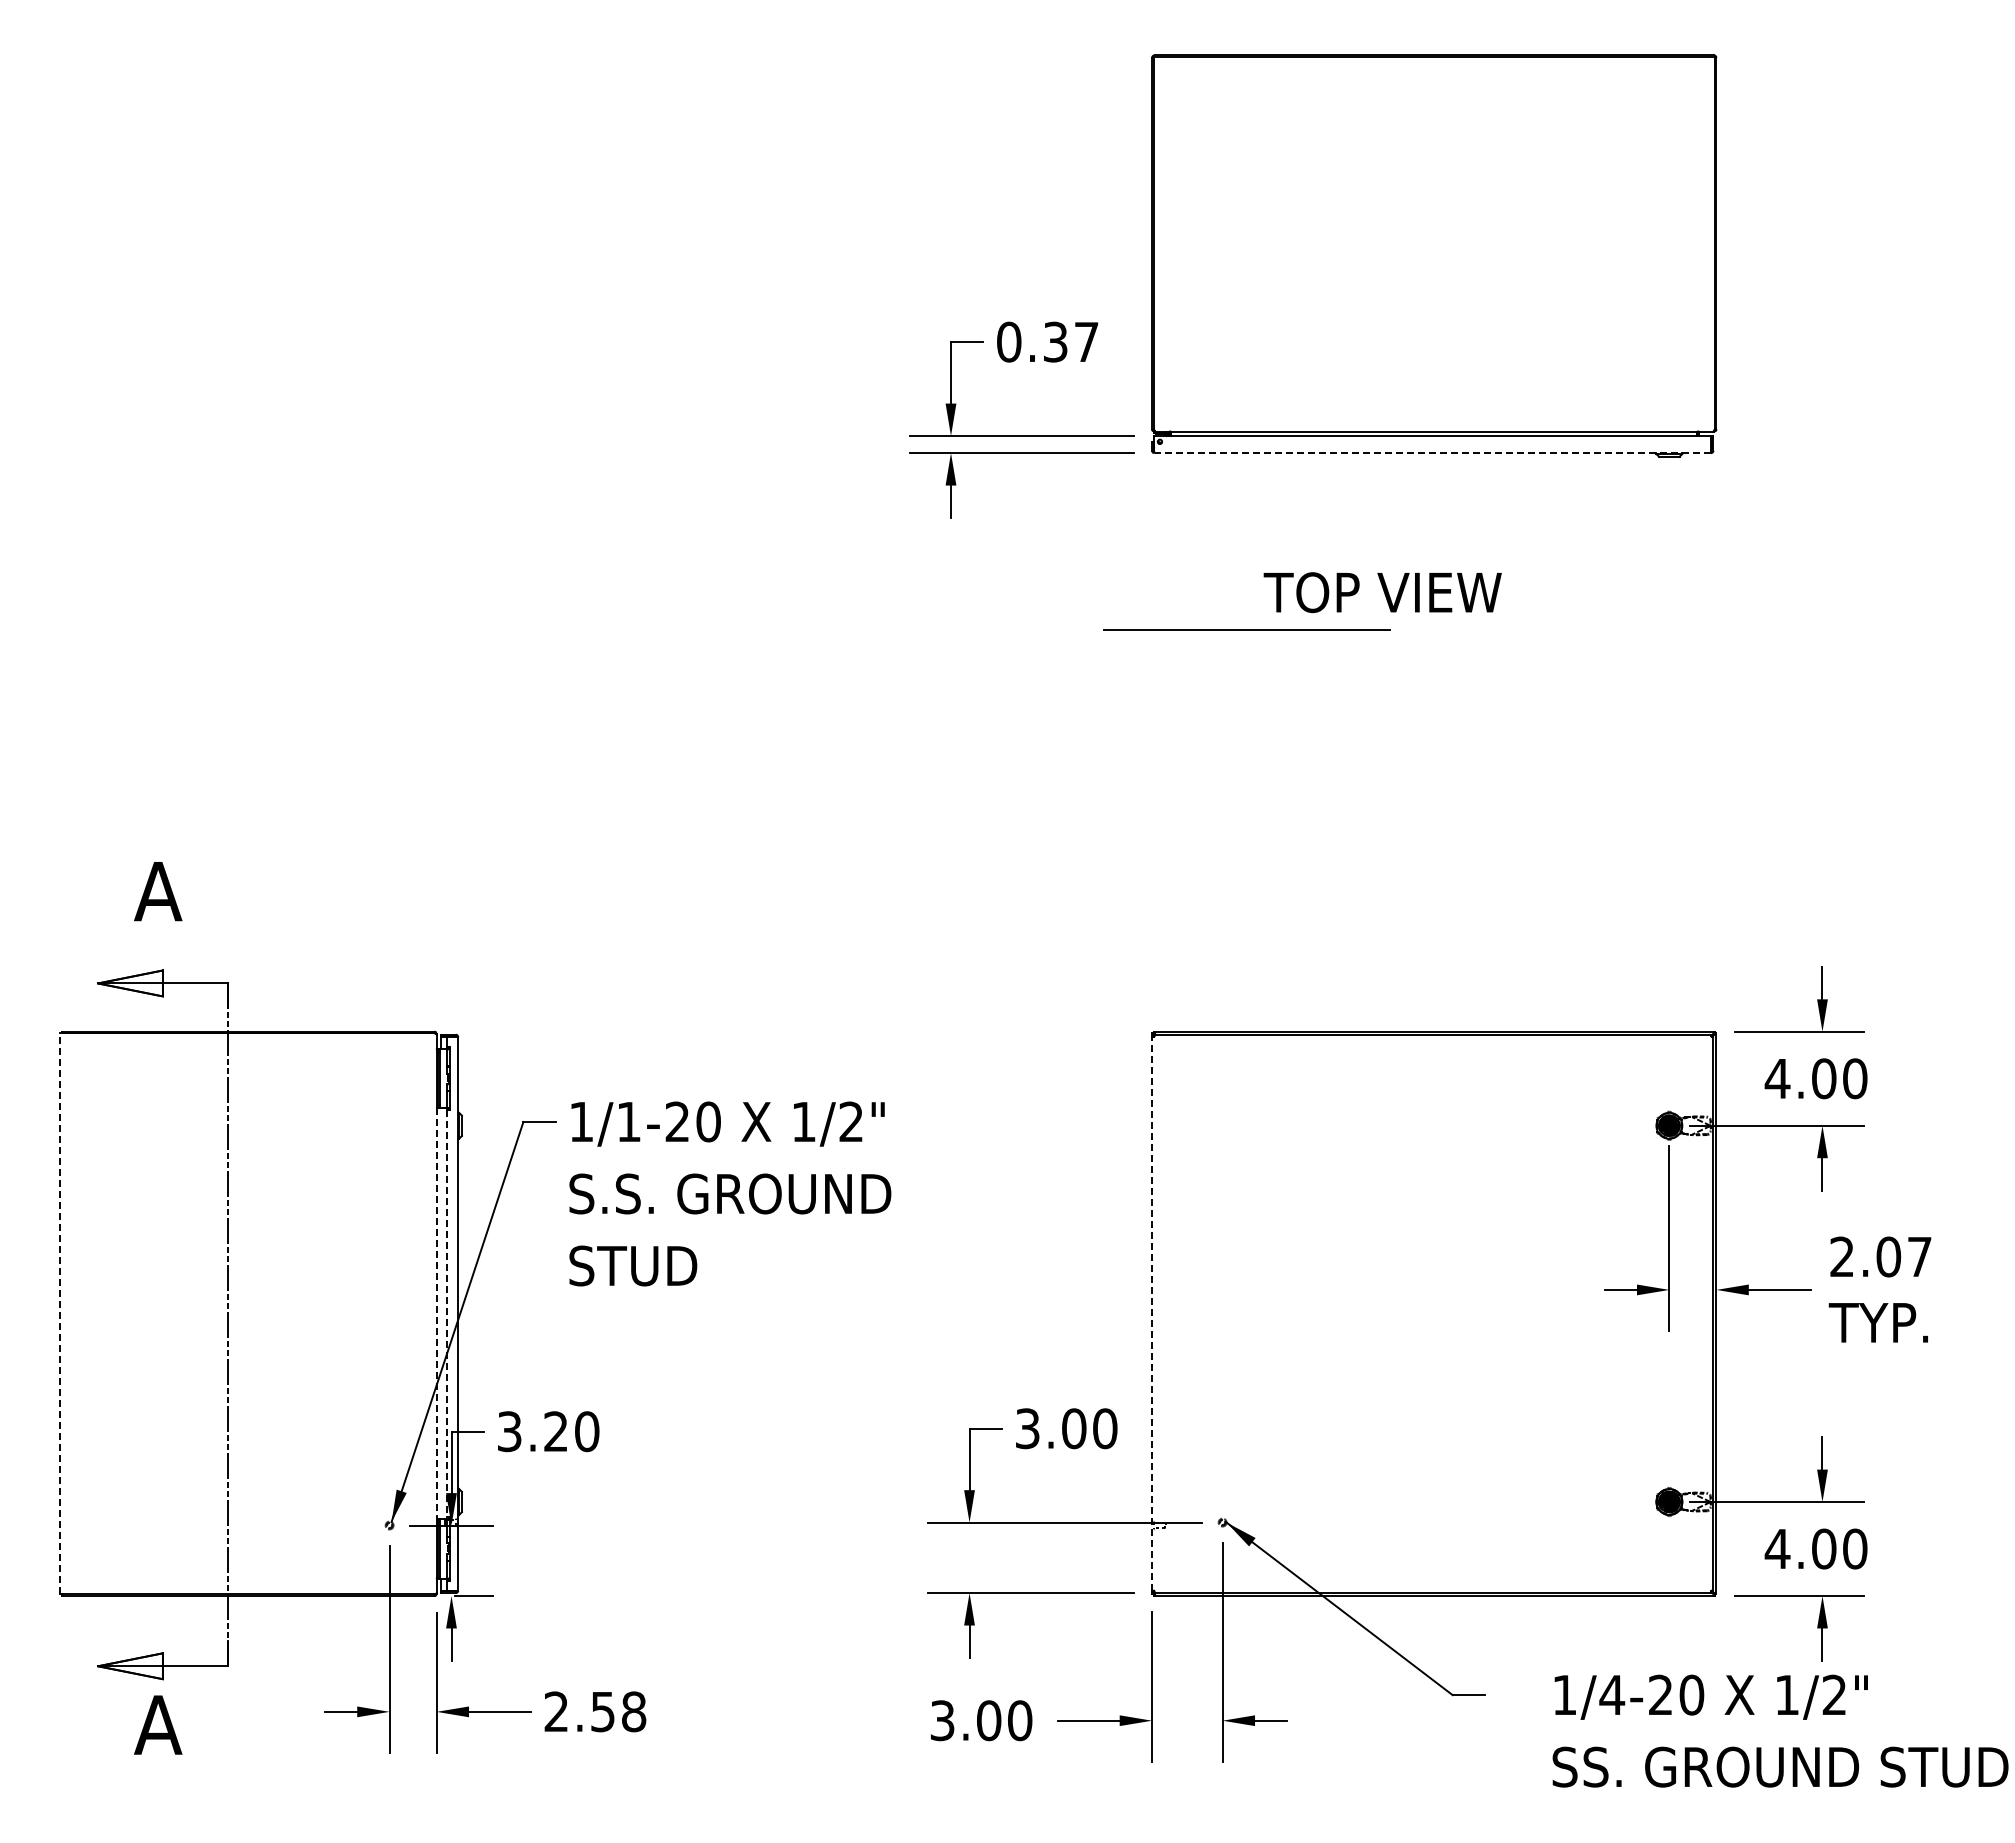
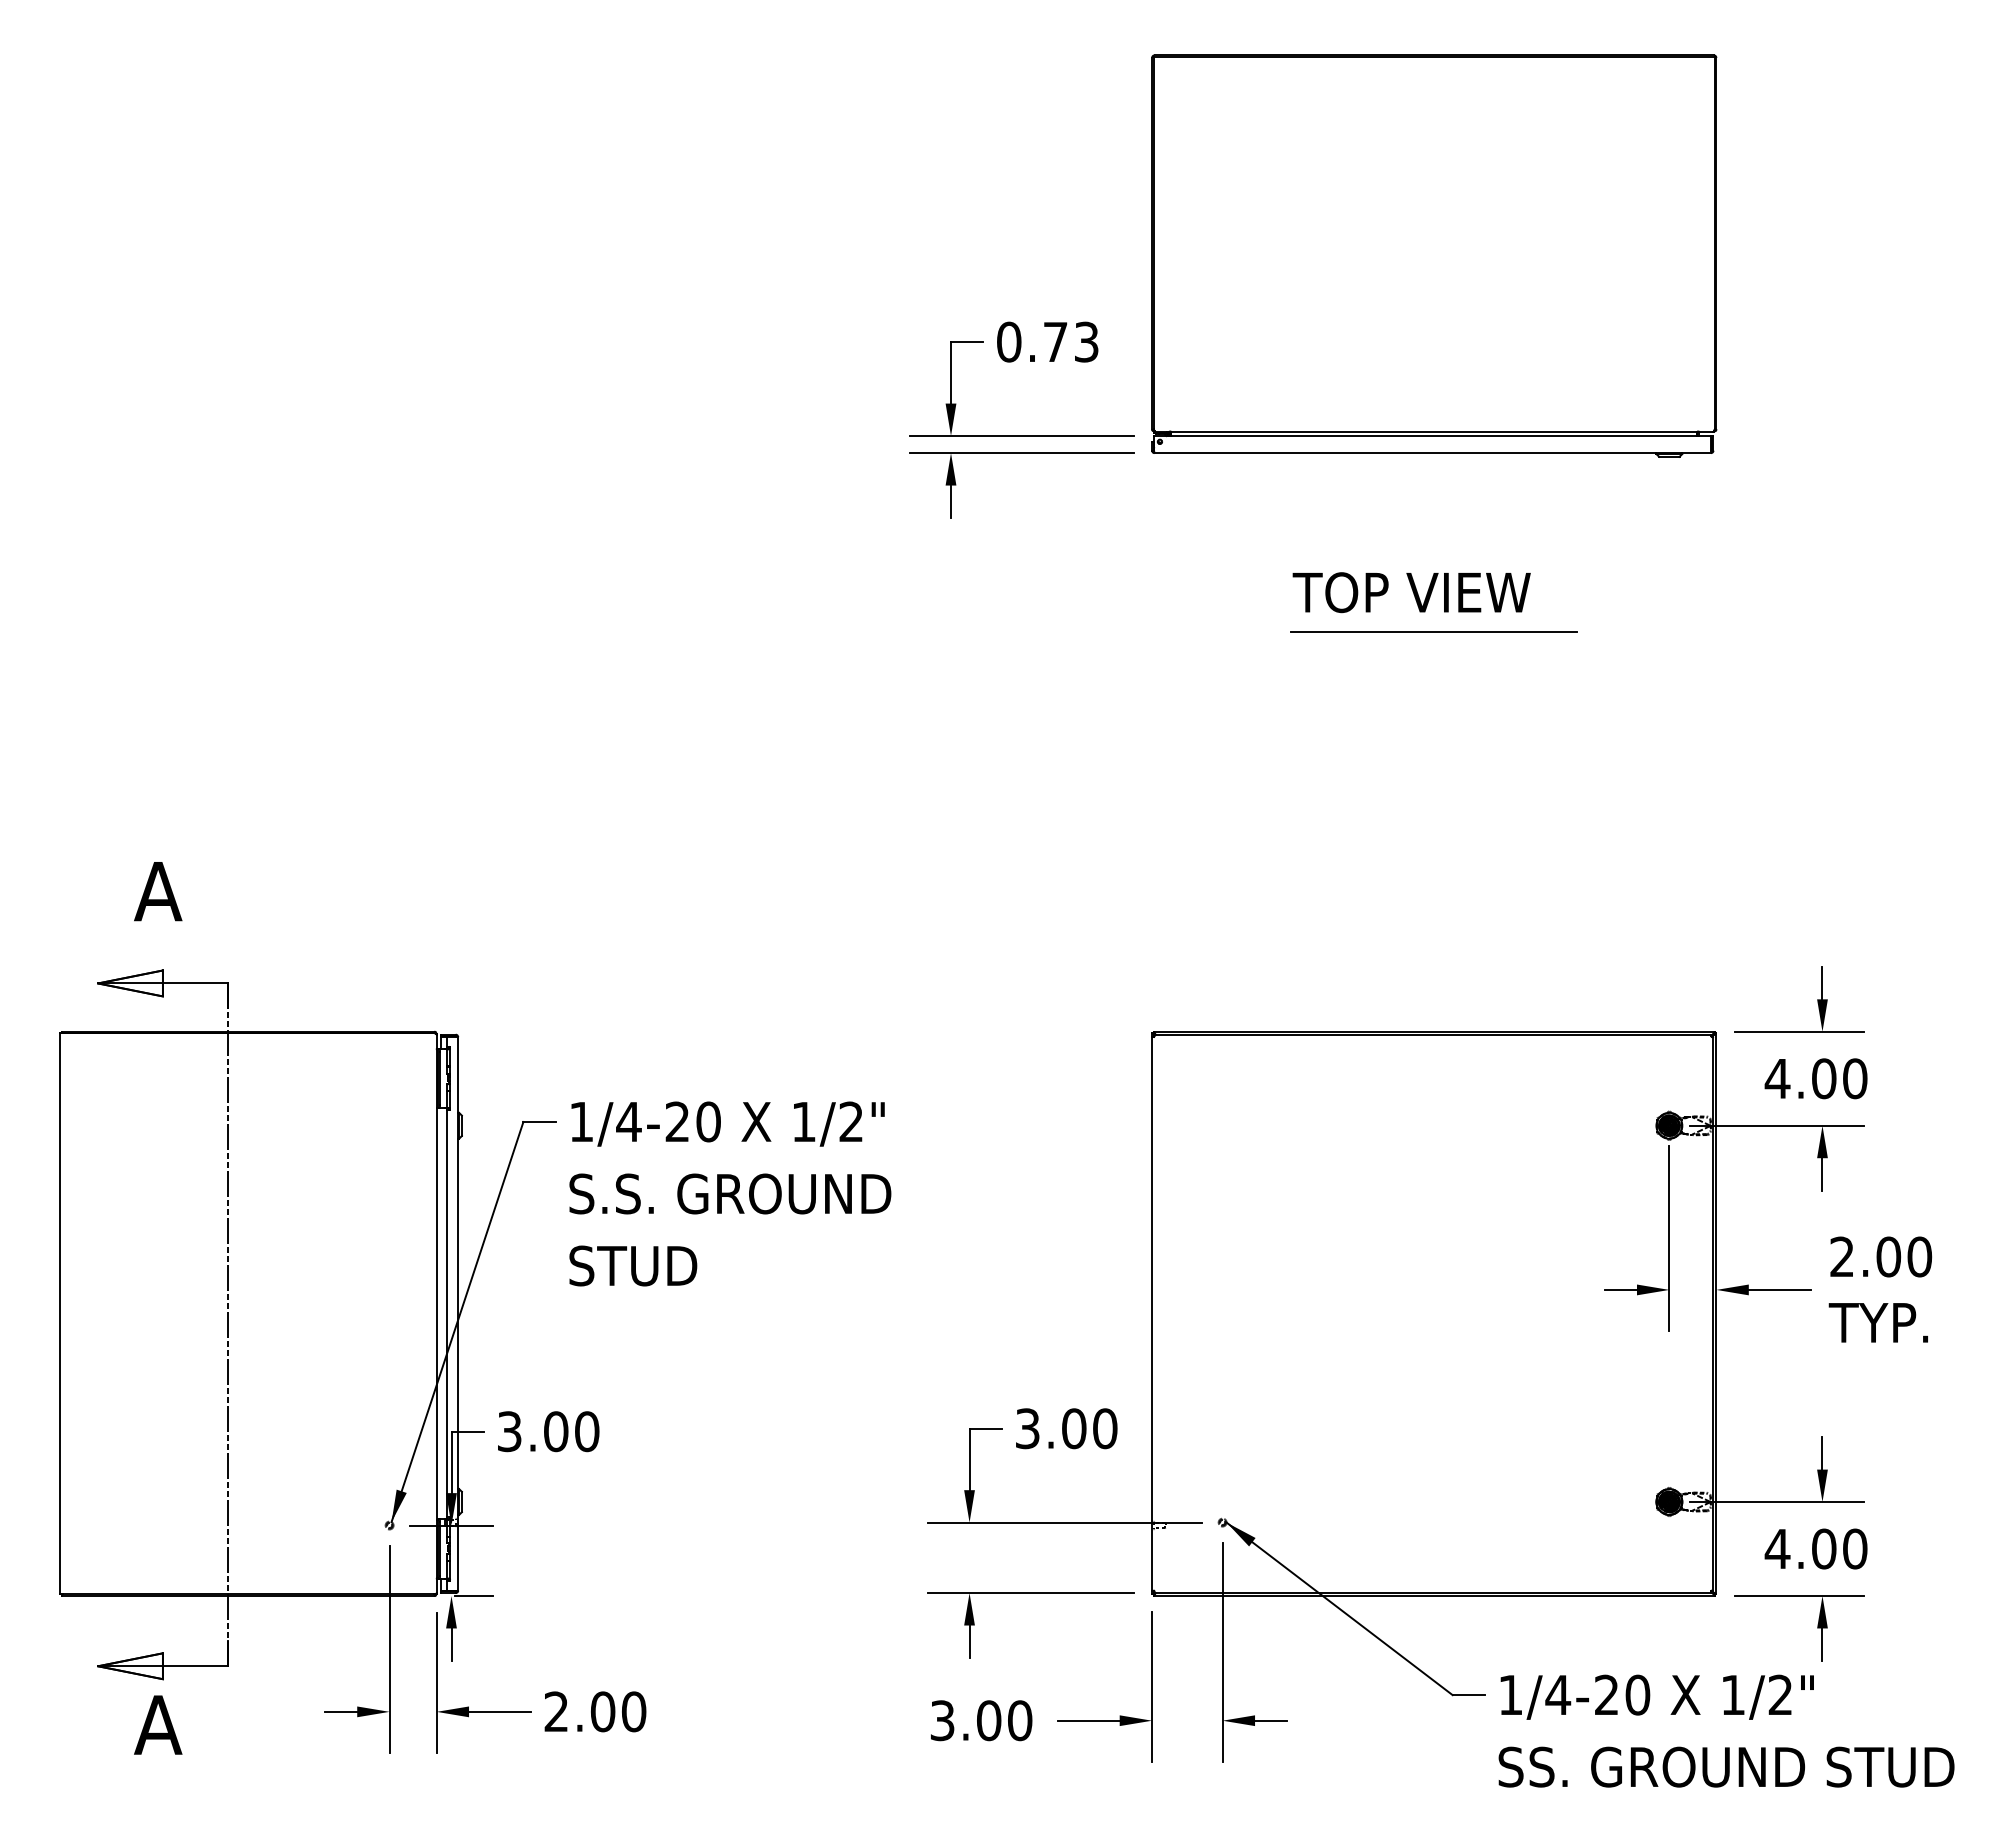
text at (1071, 341): 0.37 -> 0.73
line at (1432, 453): dashed -> solid
text at (1382, 592) position: (1382, 592) -> (1411, 592)
line at (1246, 629) position: (1246, 629) -> (1433, 631)
text at (628, 1121): 1/1-20 -> 1/4-20
text at (1919, 1256): 2.07 -> 2.00
line at (60, 1313): dashed -> solid
line at (436, 1313): dashed -> solid
line at (446, 1313): dashed -> solid
line at (1152, 1313): dashed -> solid
text at (556, 1431): 3.20 -> 3.00
text at (618, 1711): 2.58 -> 2.00
text at (1780, 1730) position: (1780, 1730) -> (1726, 1730)
